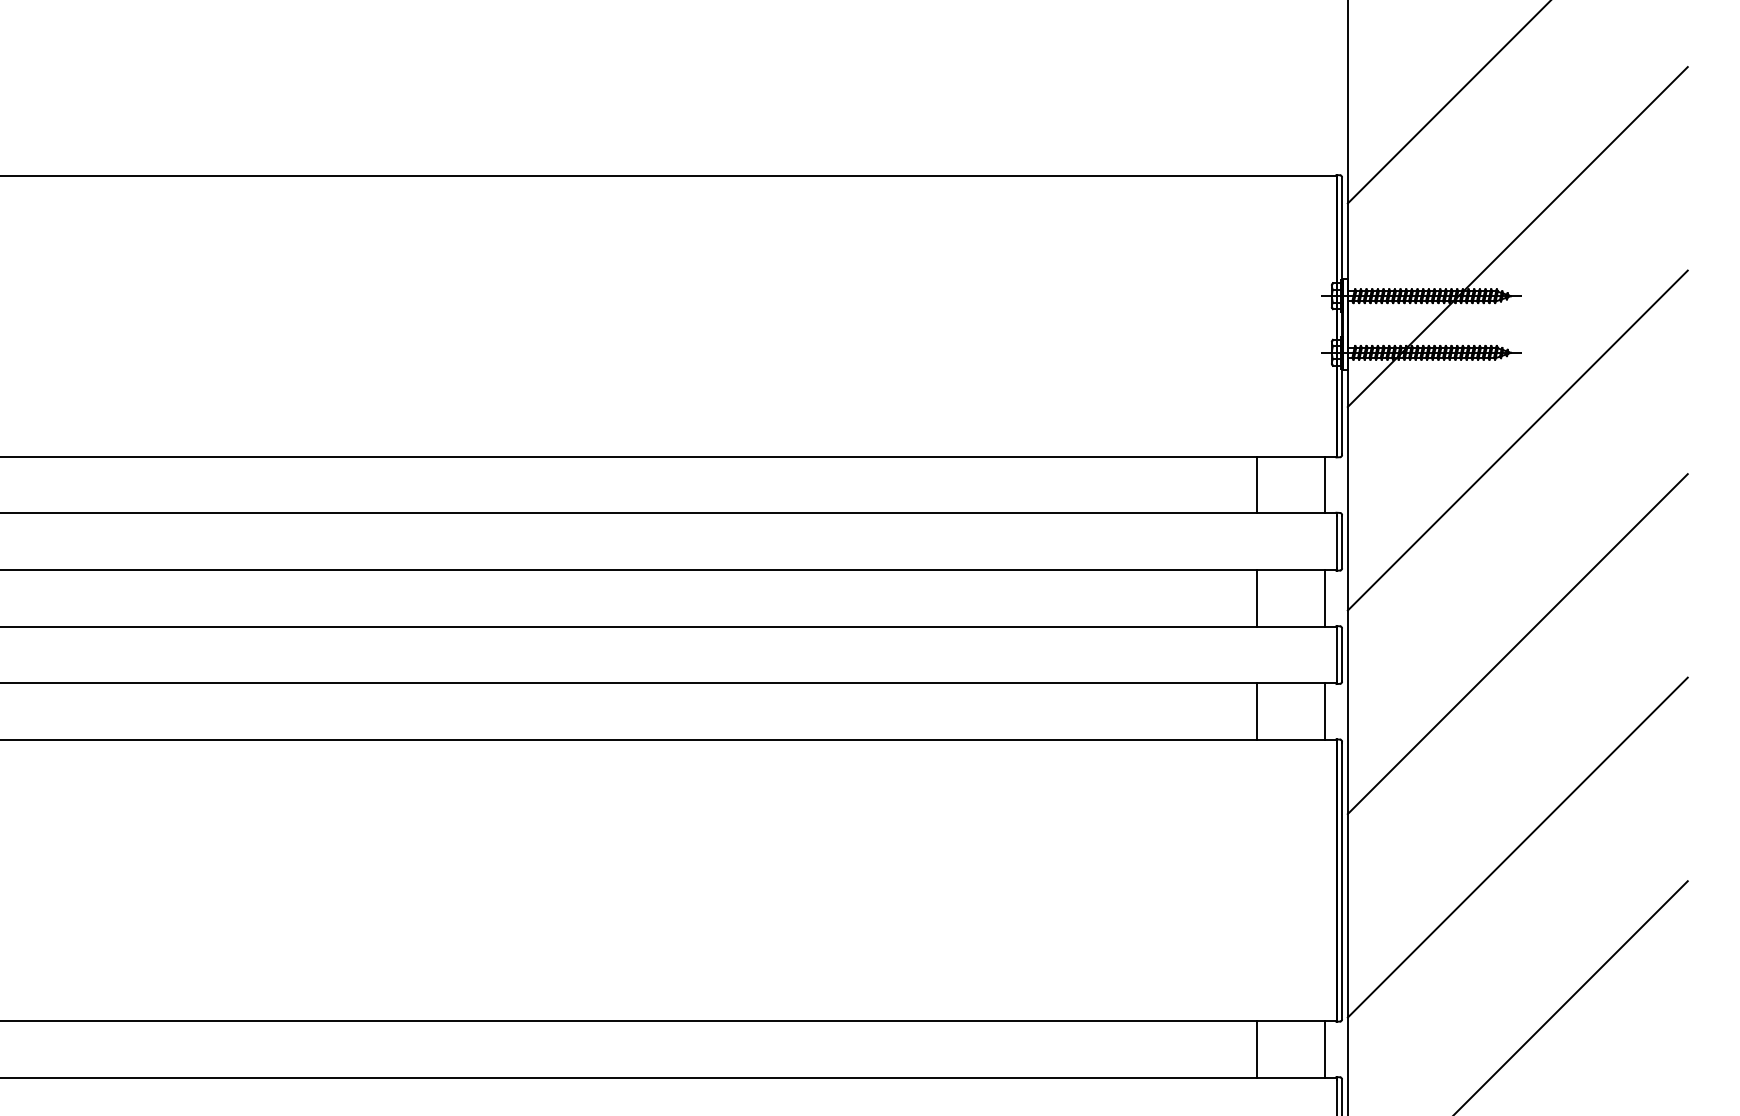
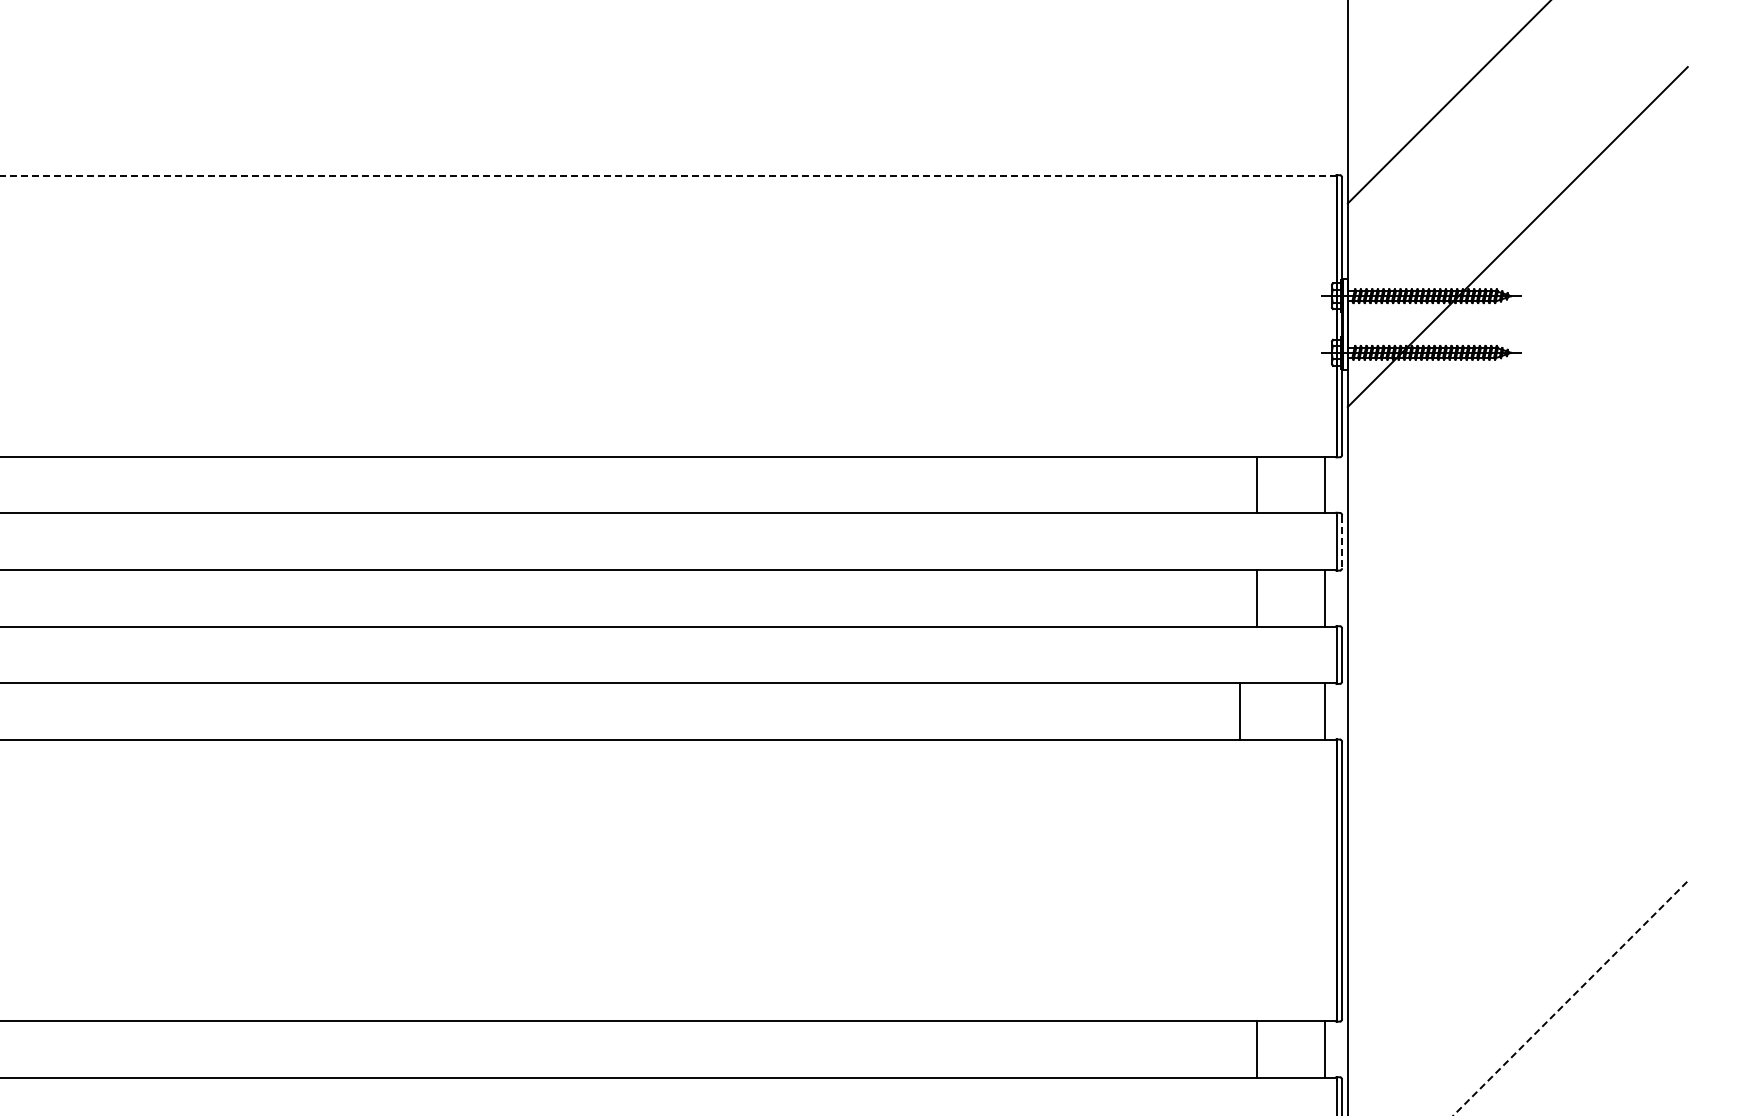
line at (668, 175): solid -> dashed
line at (1517, 440): present -> none
line at (1342, 542): solid -> dashed
line at (1517, 644): present -> none
line at (1257, 711) position: (1257, 711) -> (1240, 711)
line at (1517, 847): present -> none
line at (1570, 998): solid -> dashed
